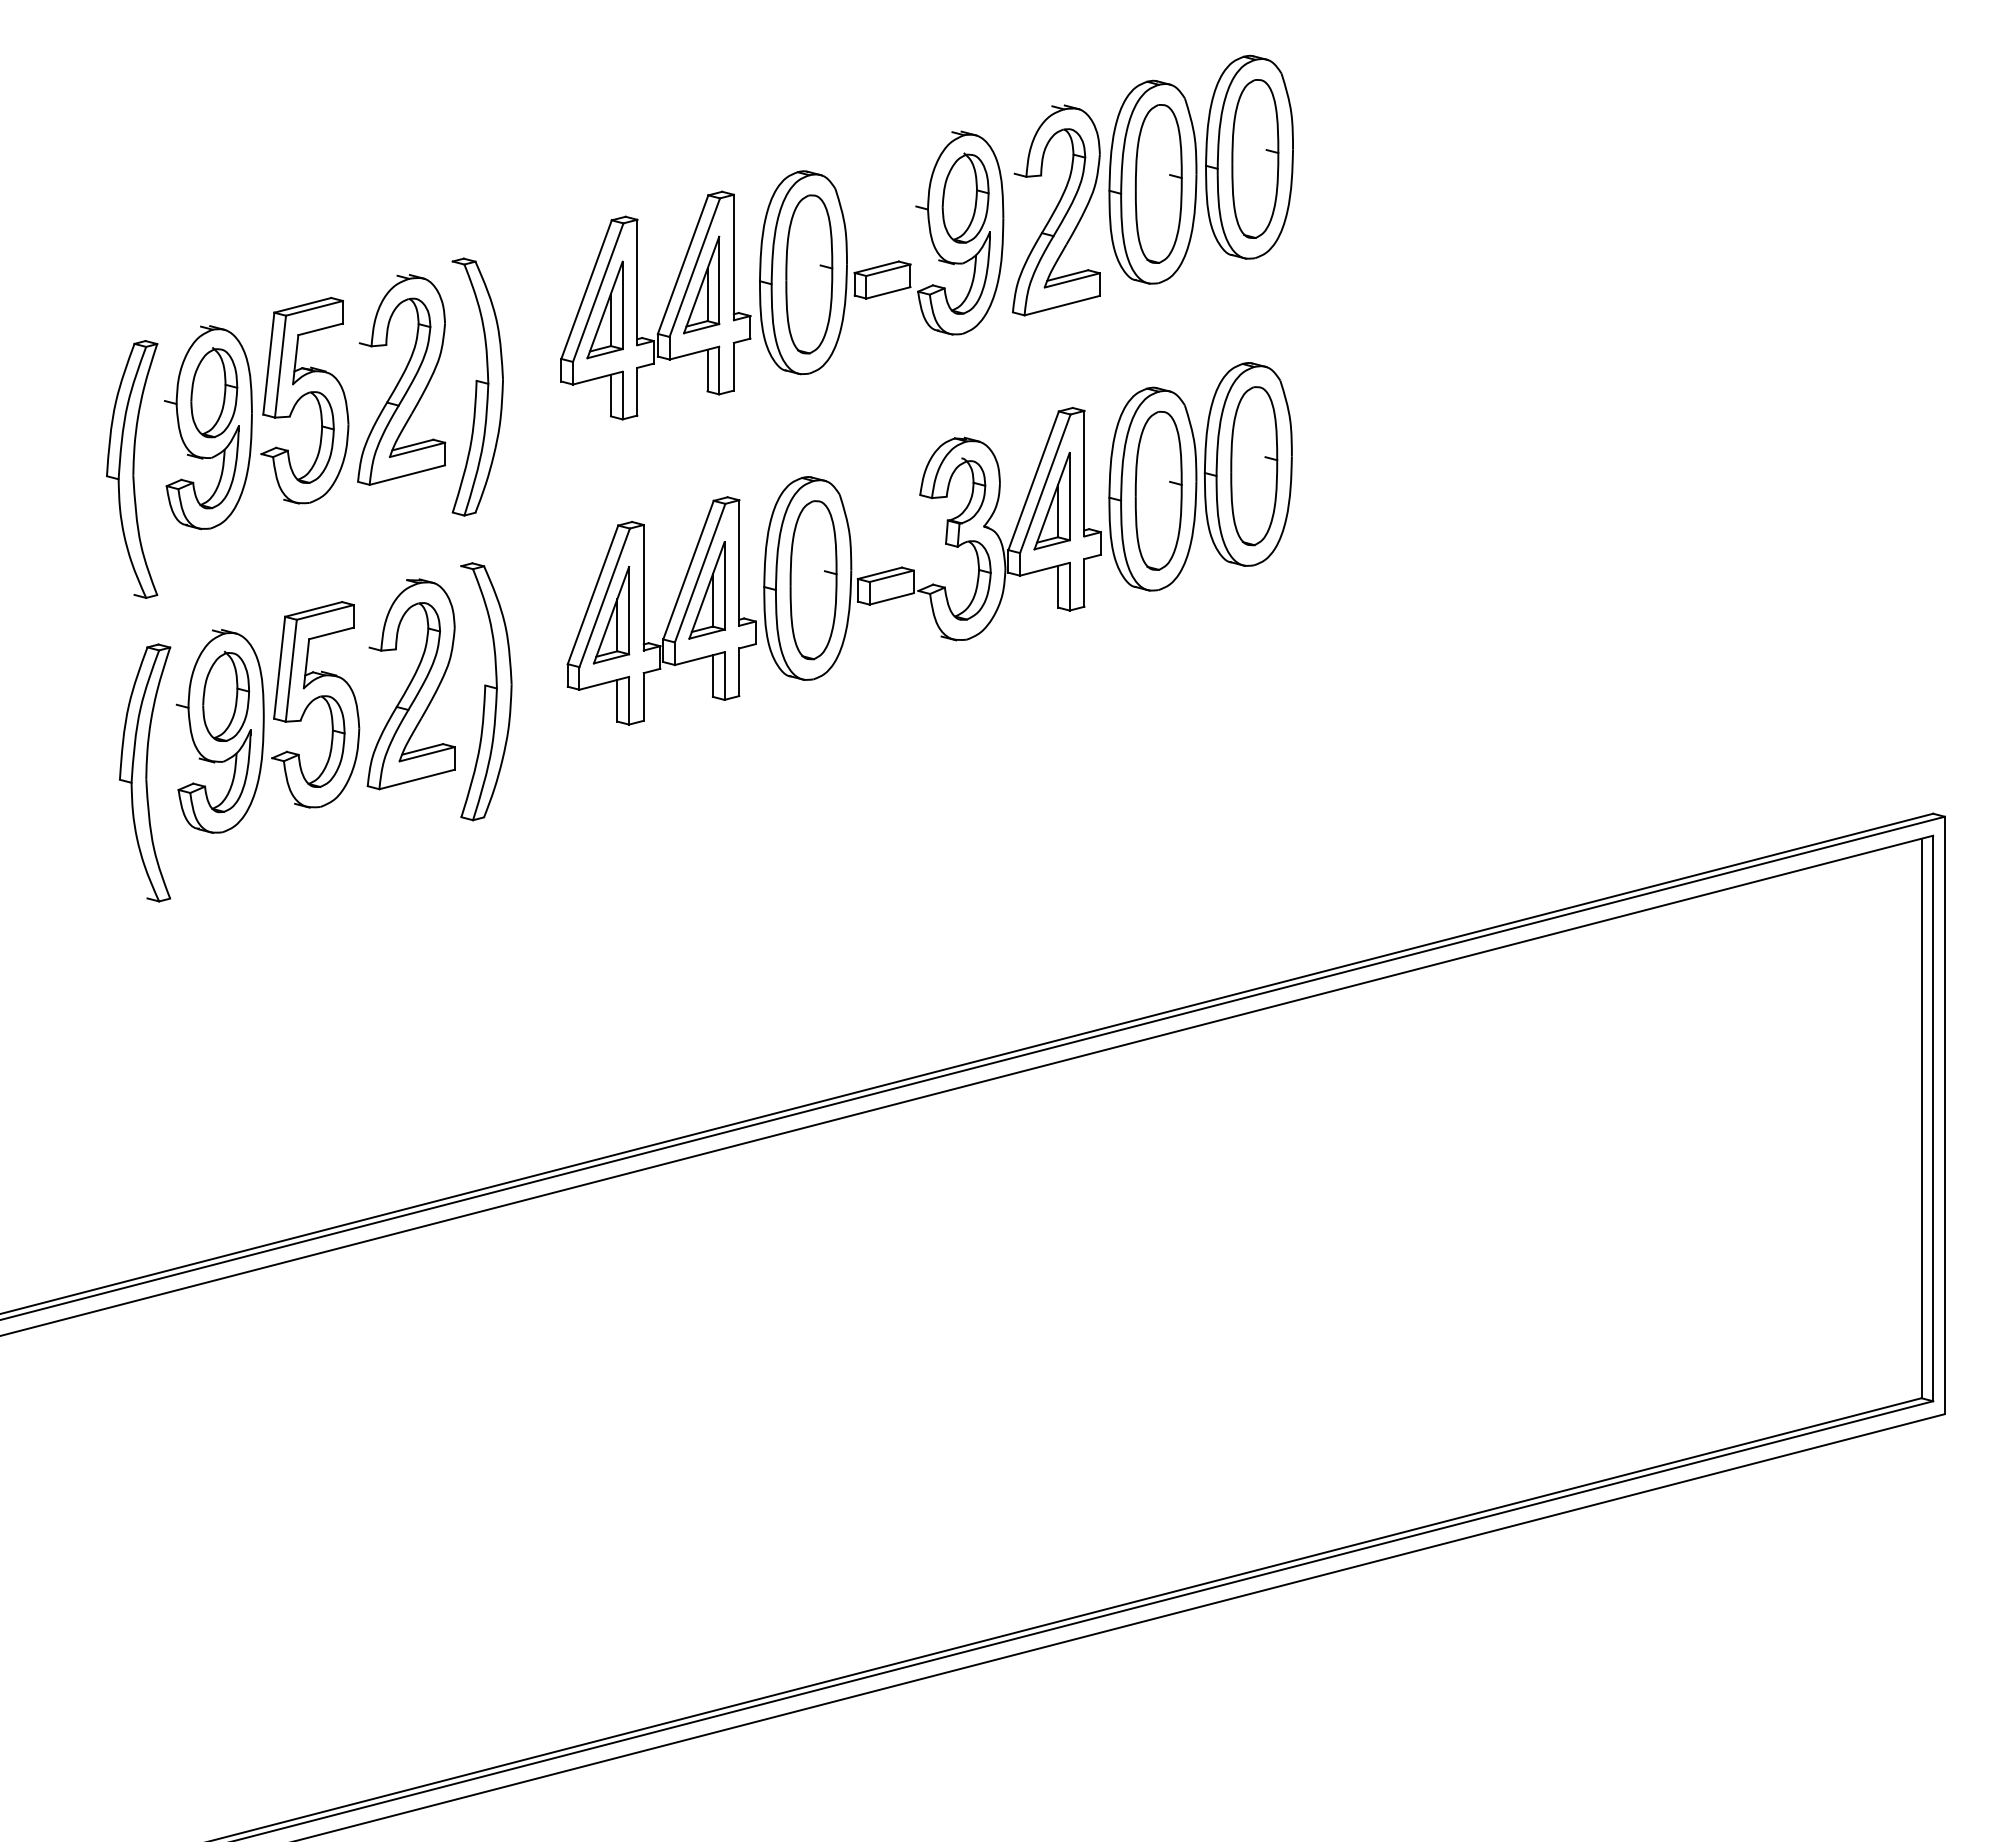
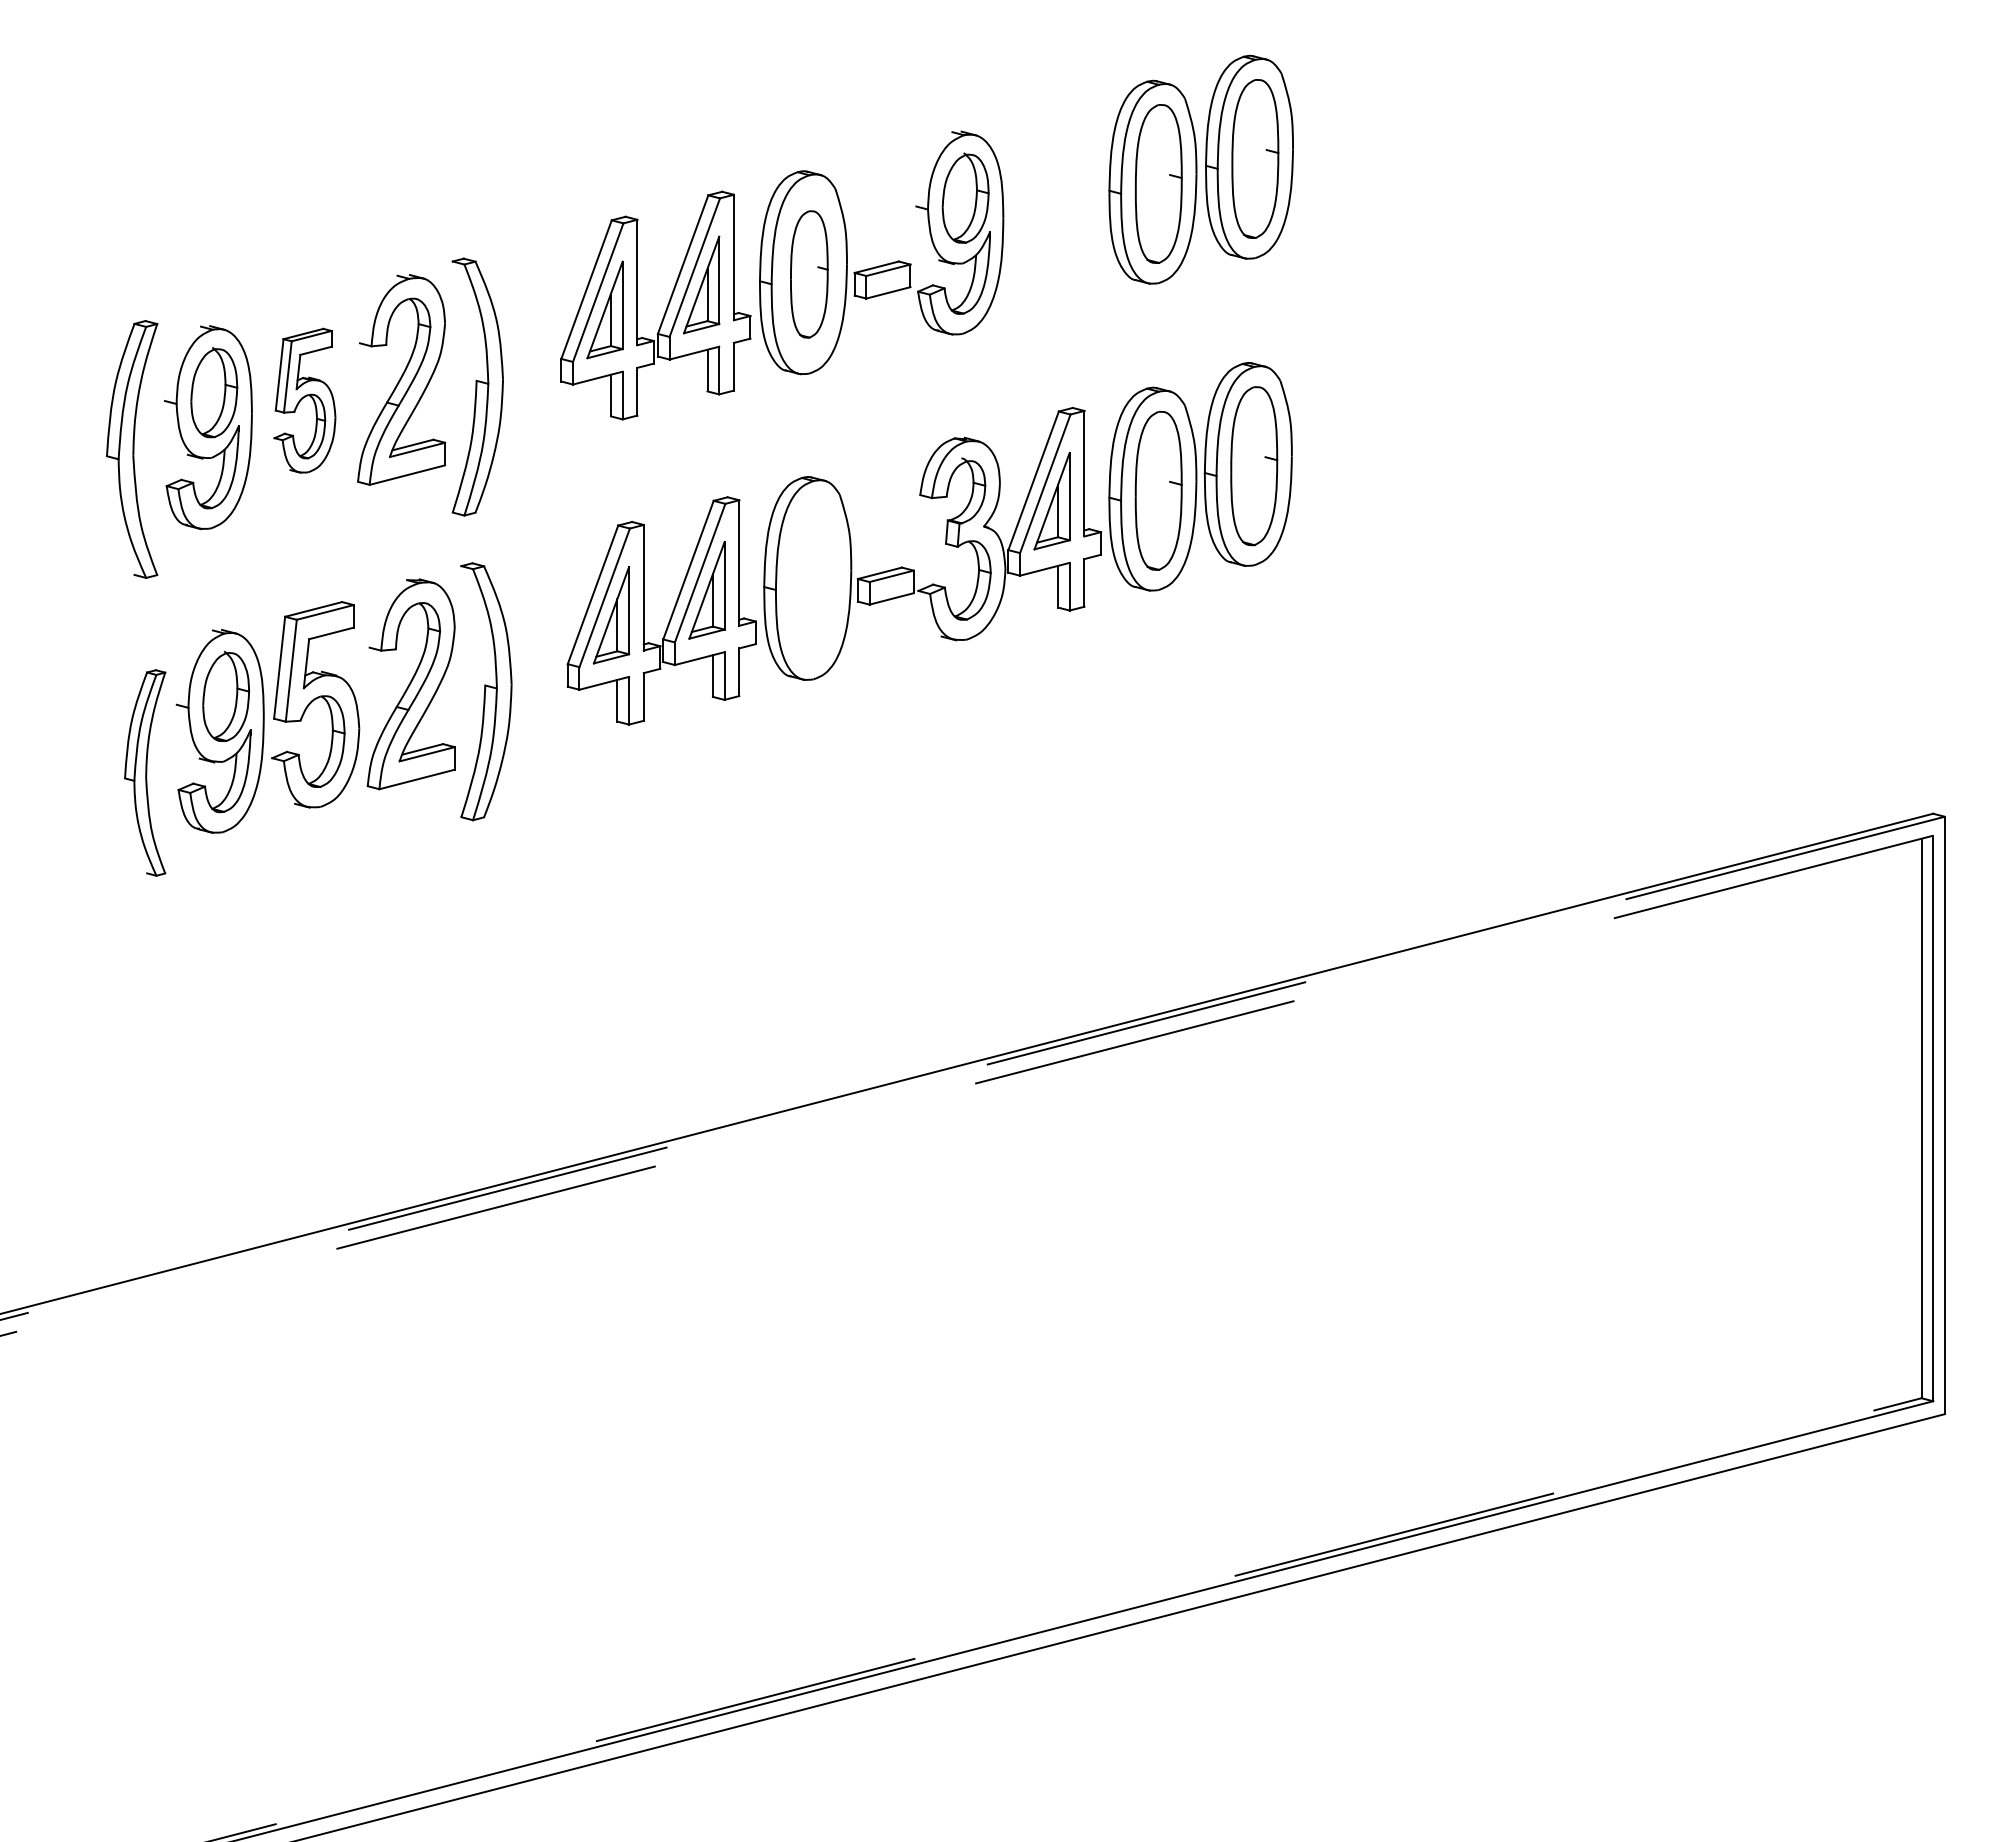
part at (1056, 210): present -> none
part at (809, 274) size: 49x161 px -> 39x129 px
part at (304, 400) size: 90x208 px -> 64x147 px
part at (132, 469) position: (132, 469) -> (132, 449)
part at (813, 580): present -> none
part at (145, 772) size: 53x260 px -> 43x208 px
line at (972, 1068): solid -> dashed
line at (966, 1085): solid -> dashed
line at (1064, 1619): solid -> dashed
